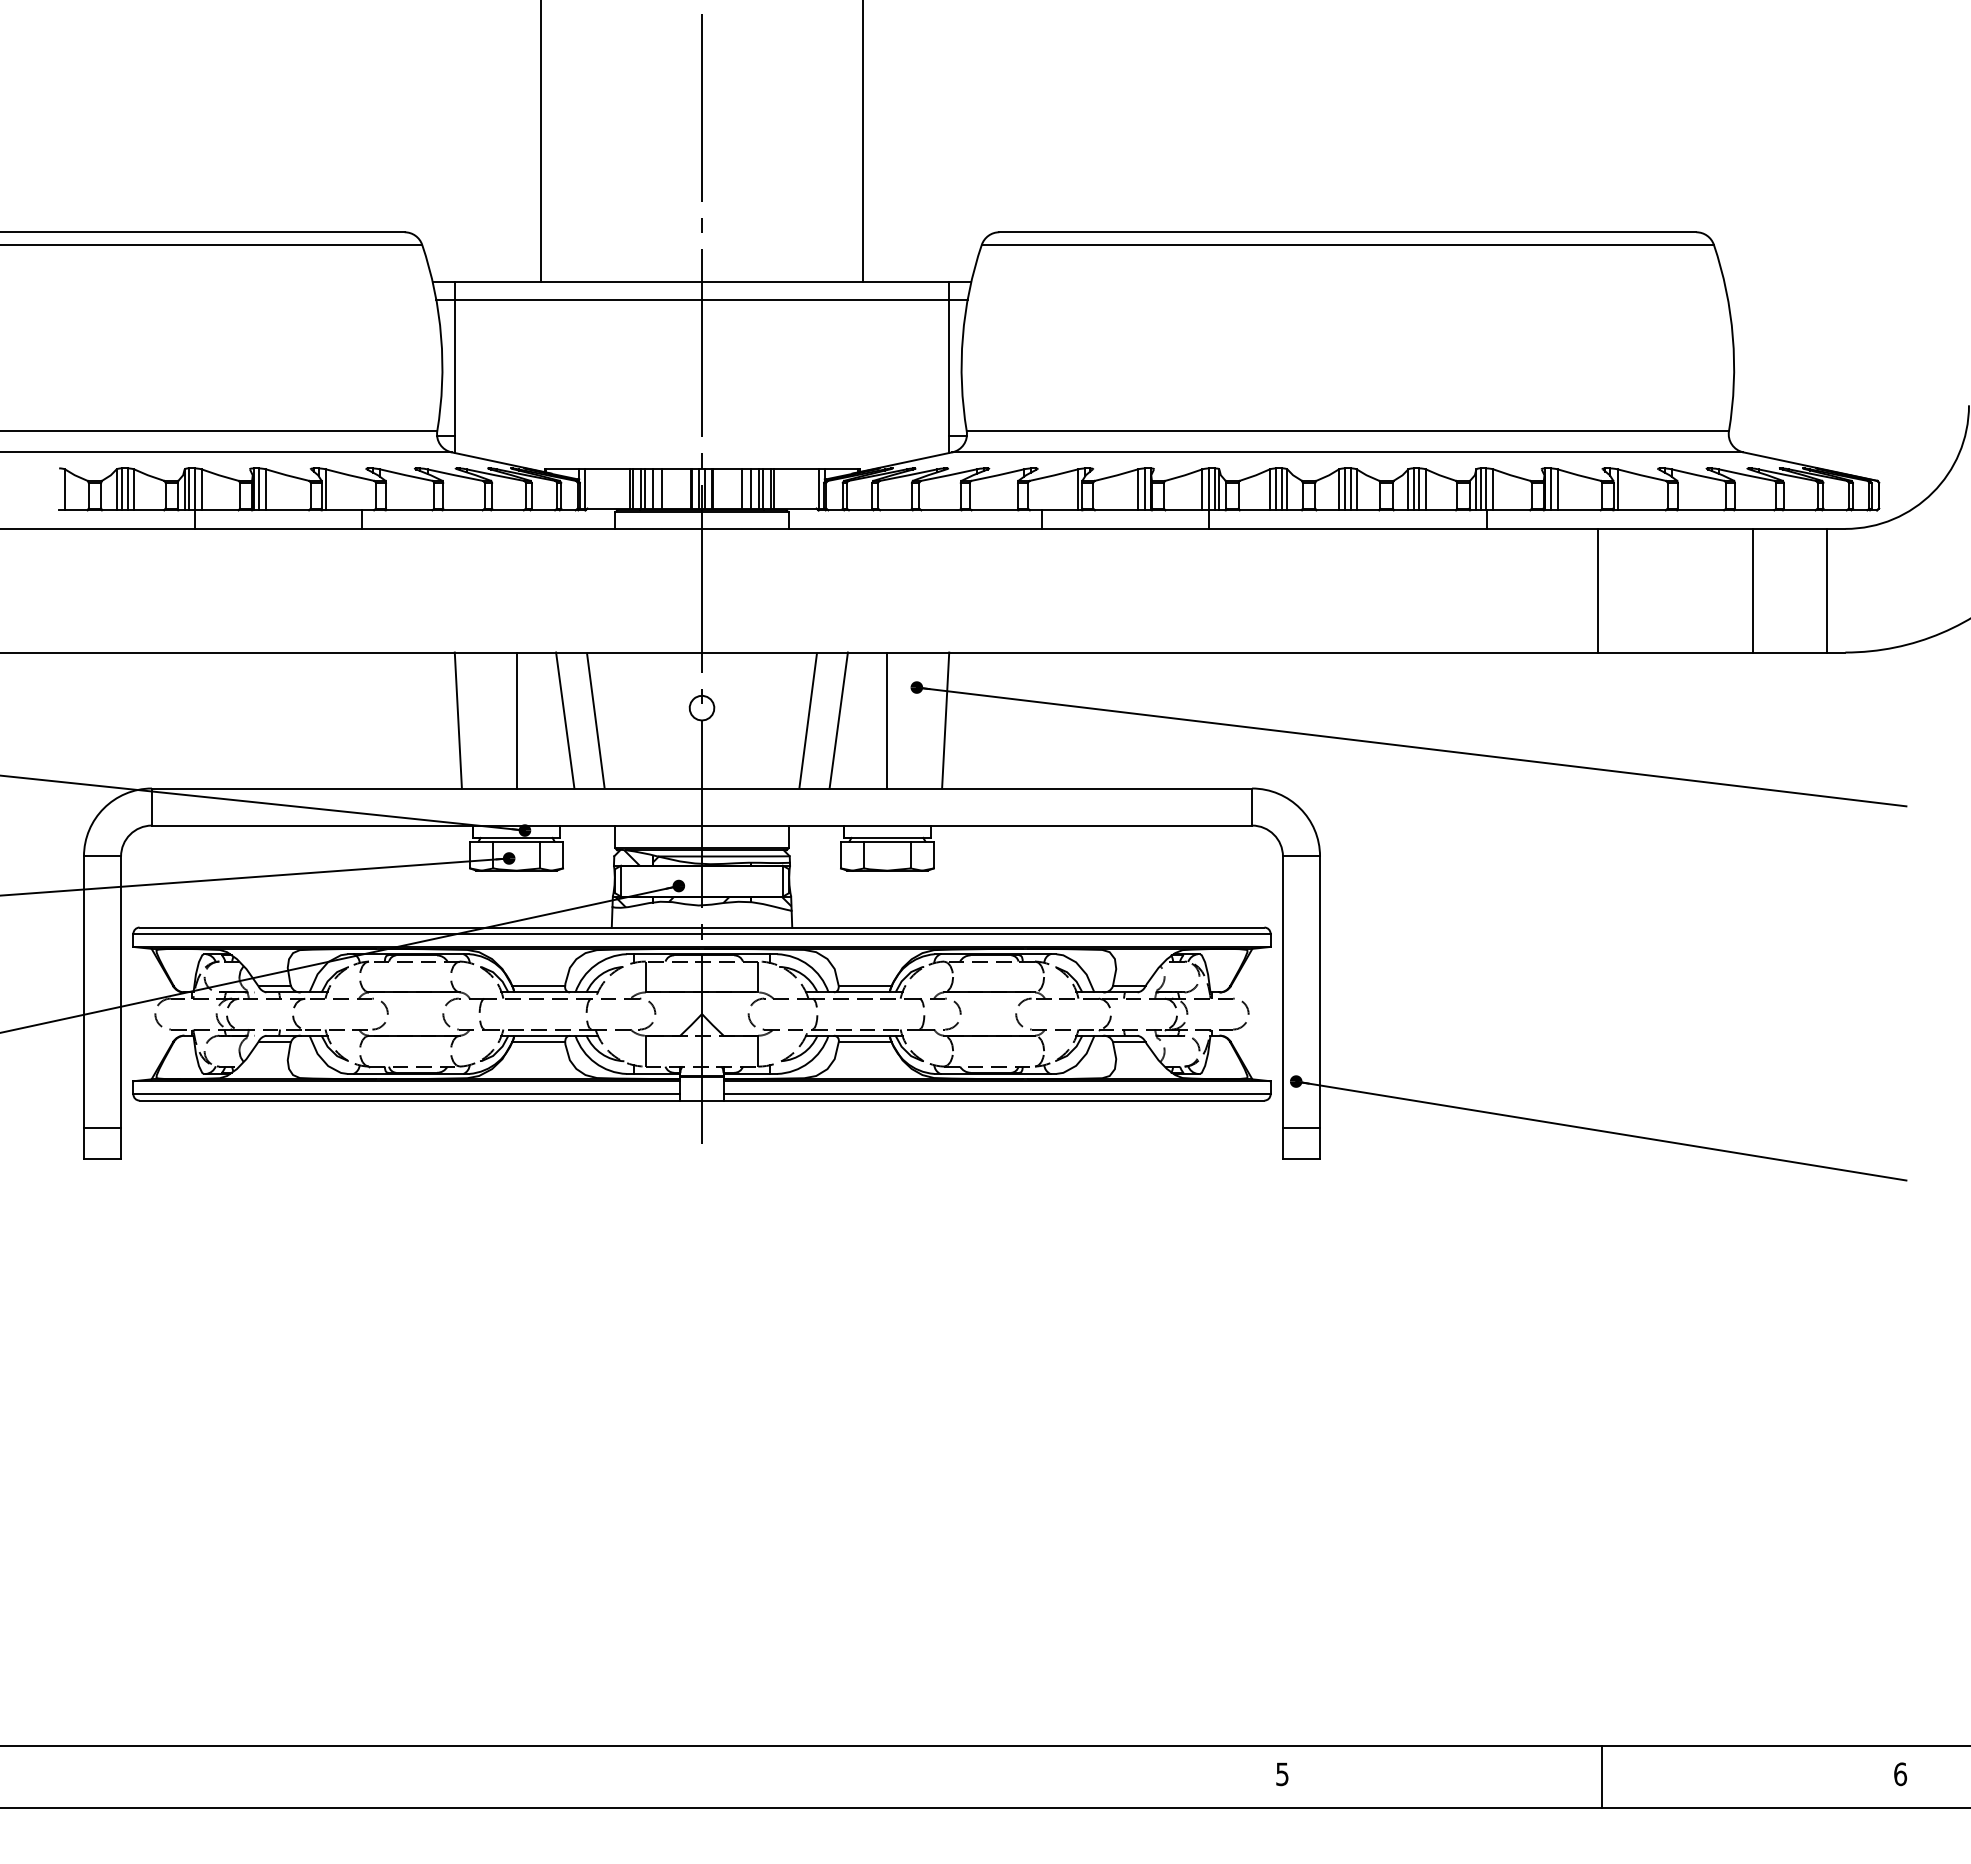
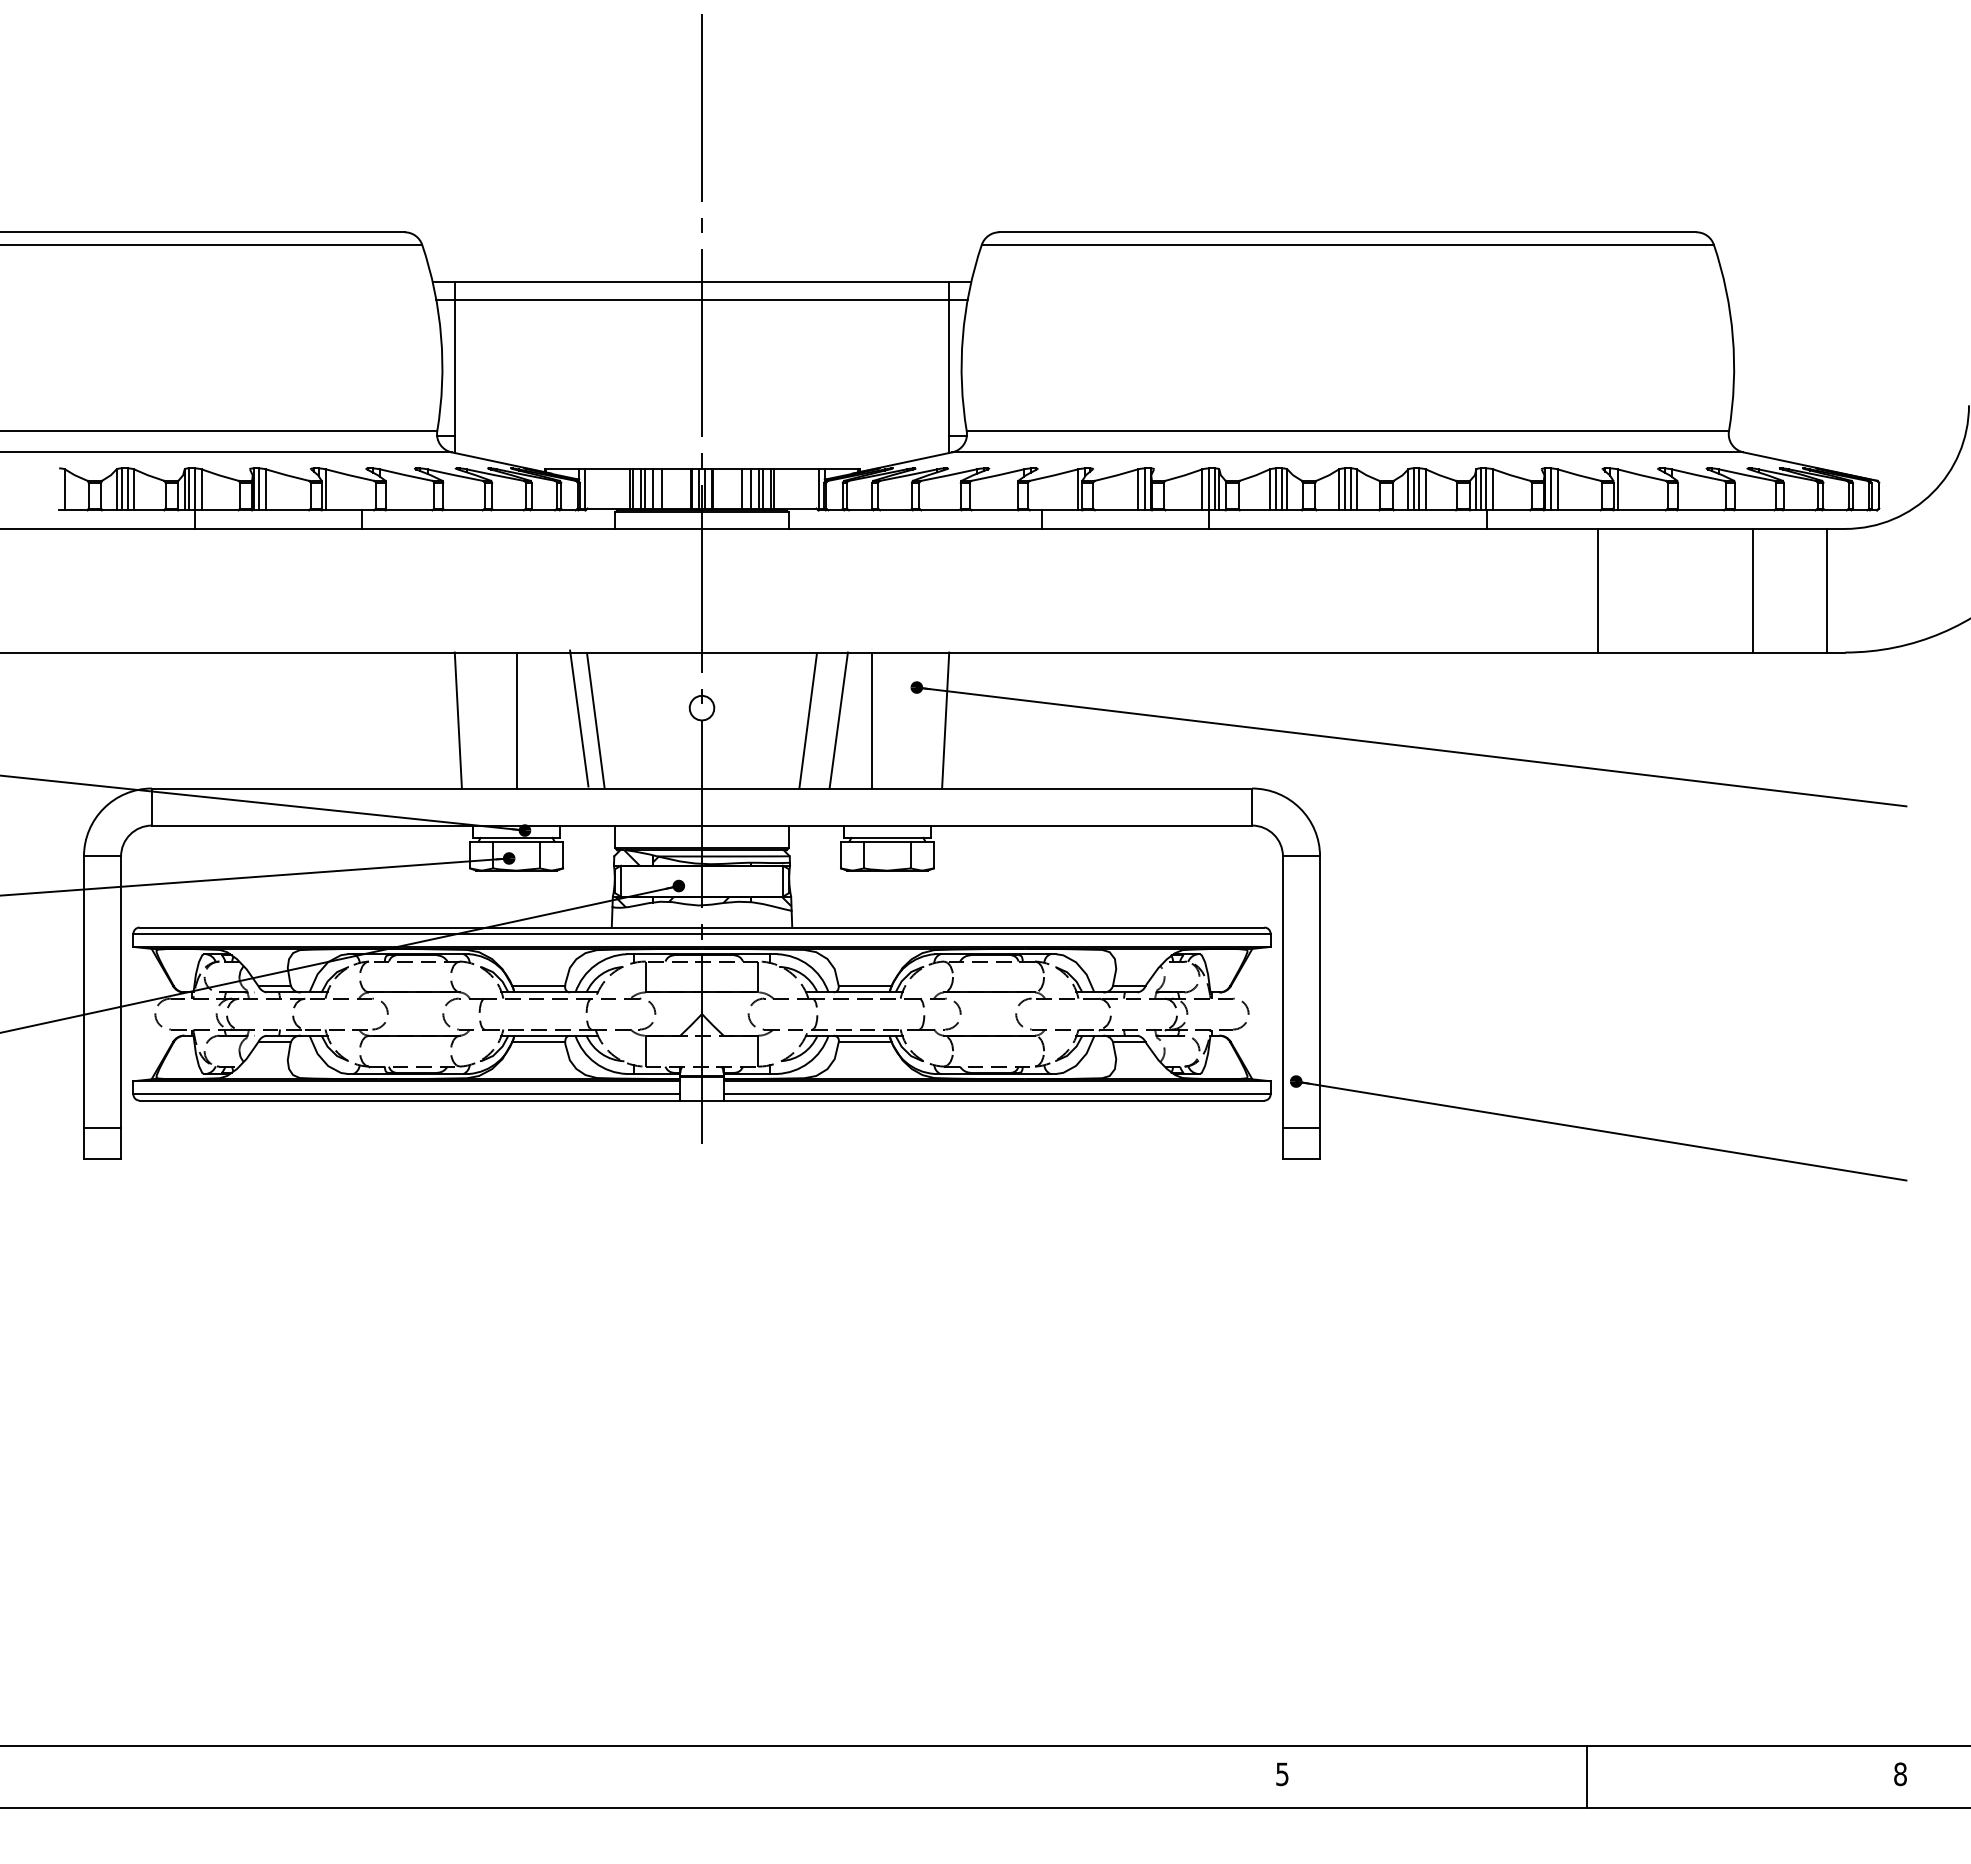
line at (541, 141): present -> none
line at (862, 141): present -> none
line at (565, 720) position: (565, 720) -> (579, 718)
line at (887, 720) position: (887, 720) -> (872, 720)
text at (1900, 1773): 6 -> 8
line at (1601, 1776) position: (1601, 1776) -> (1586, 1776)
